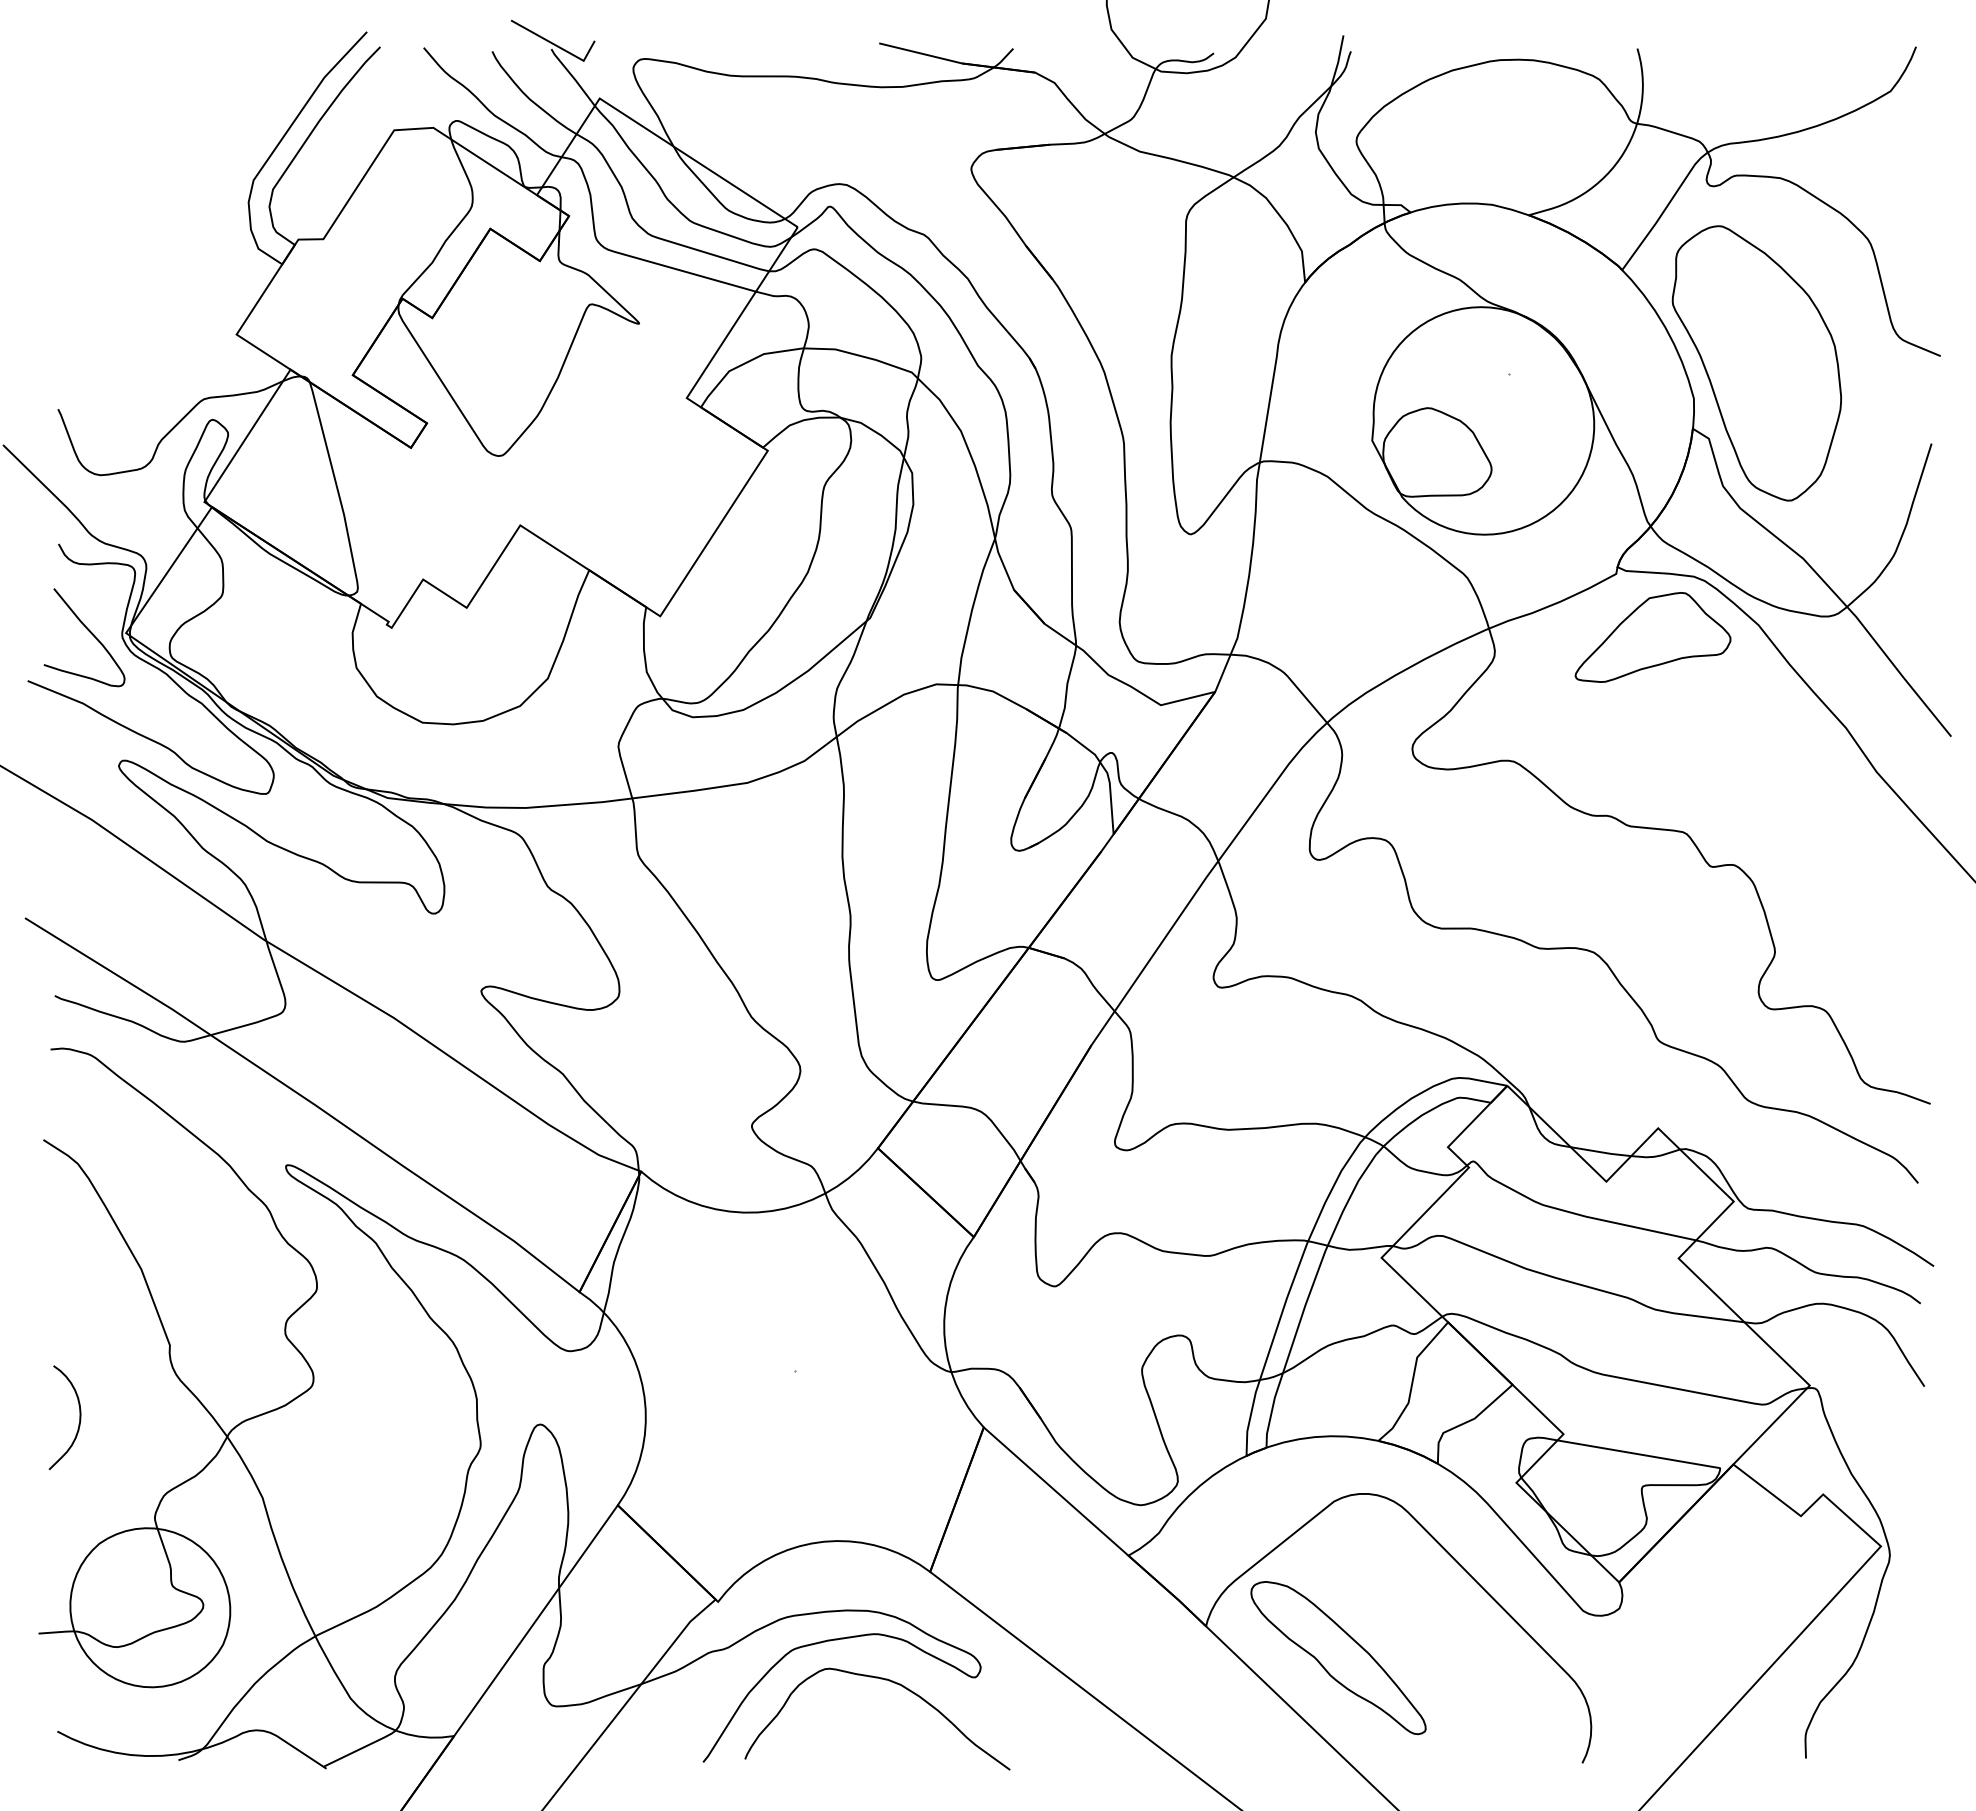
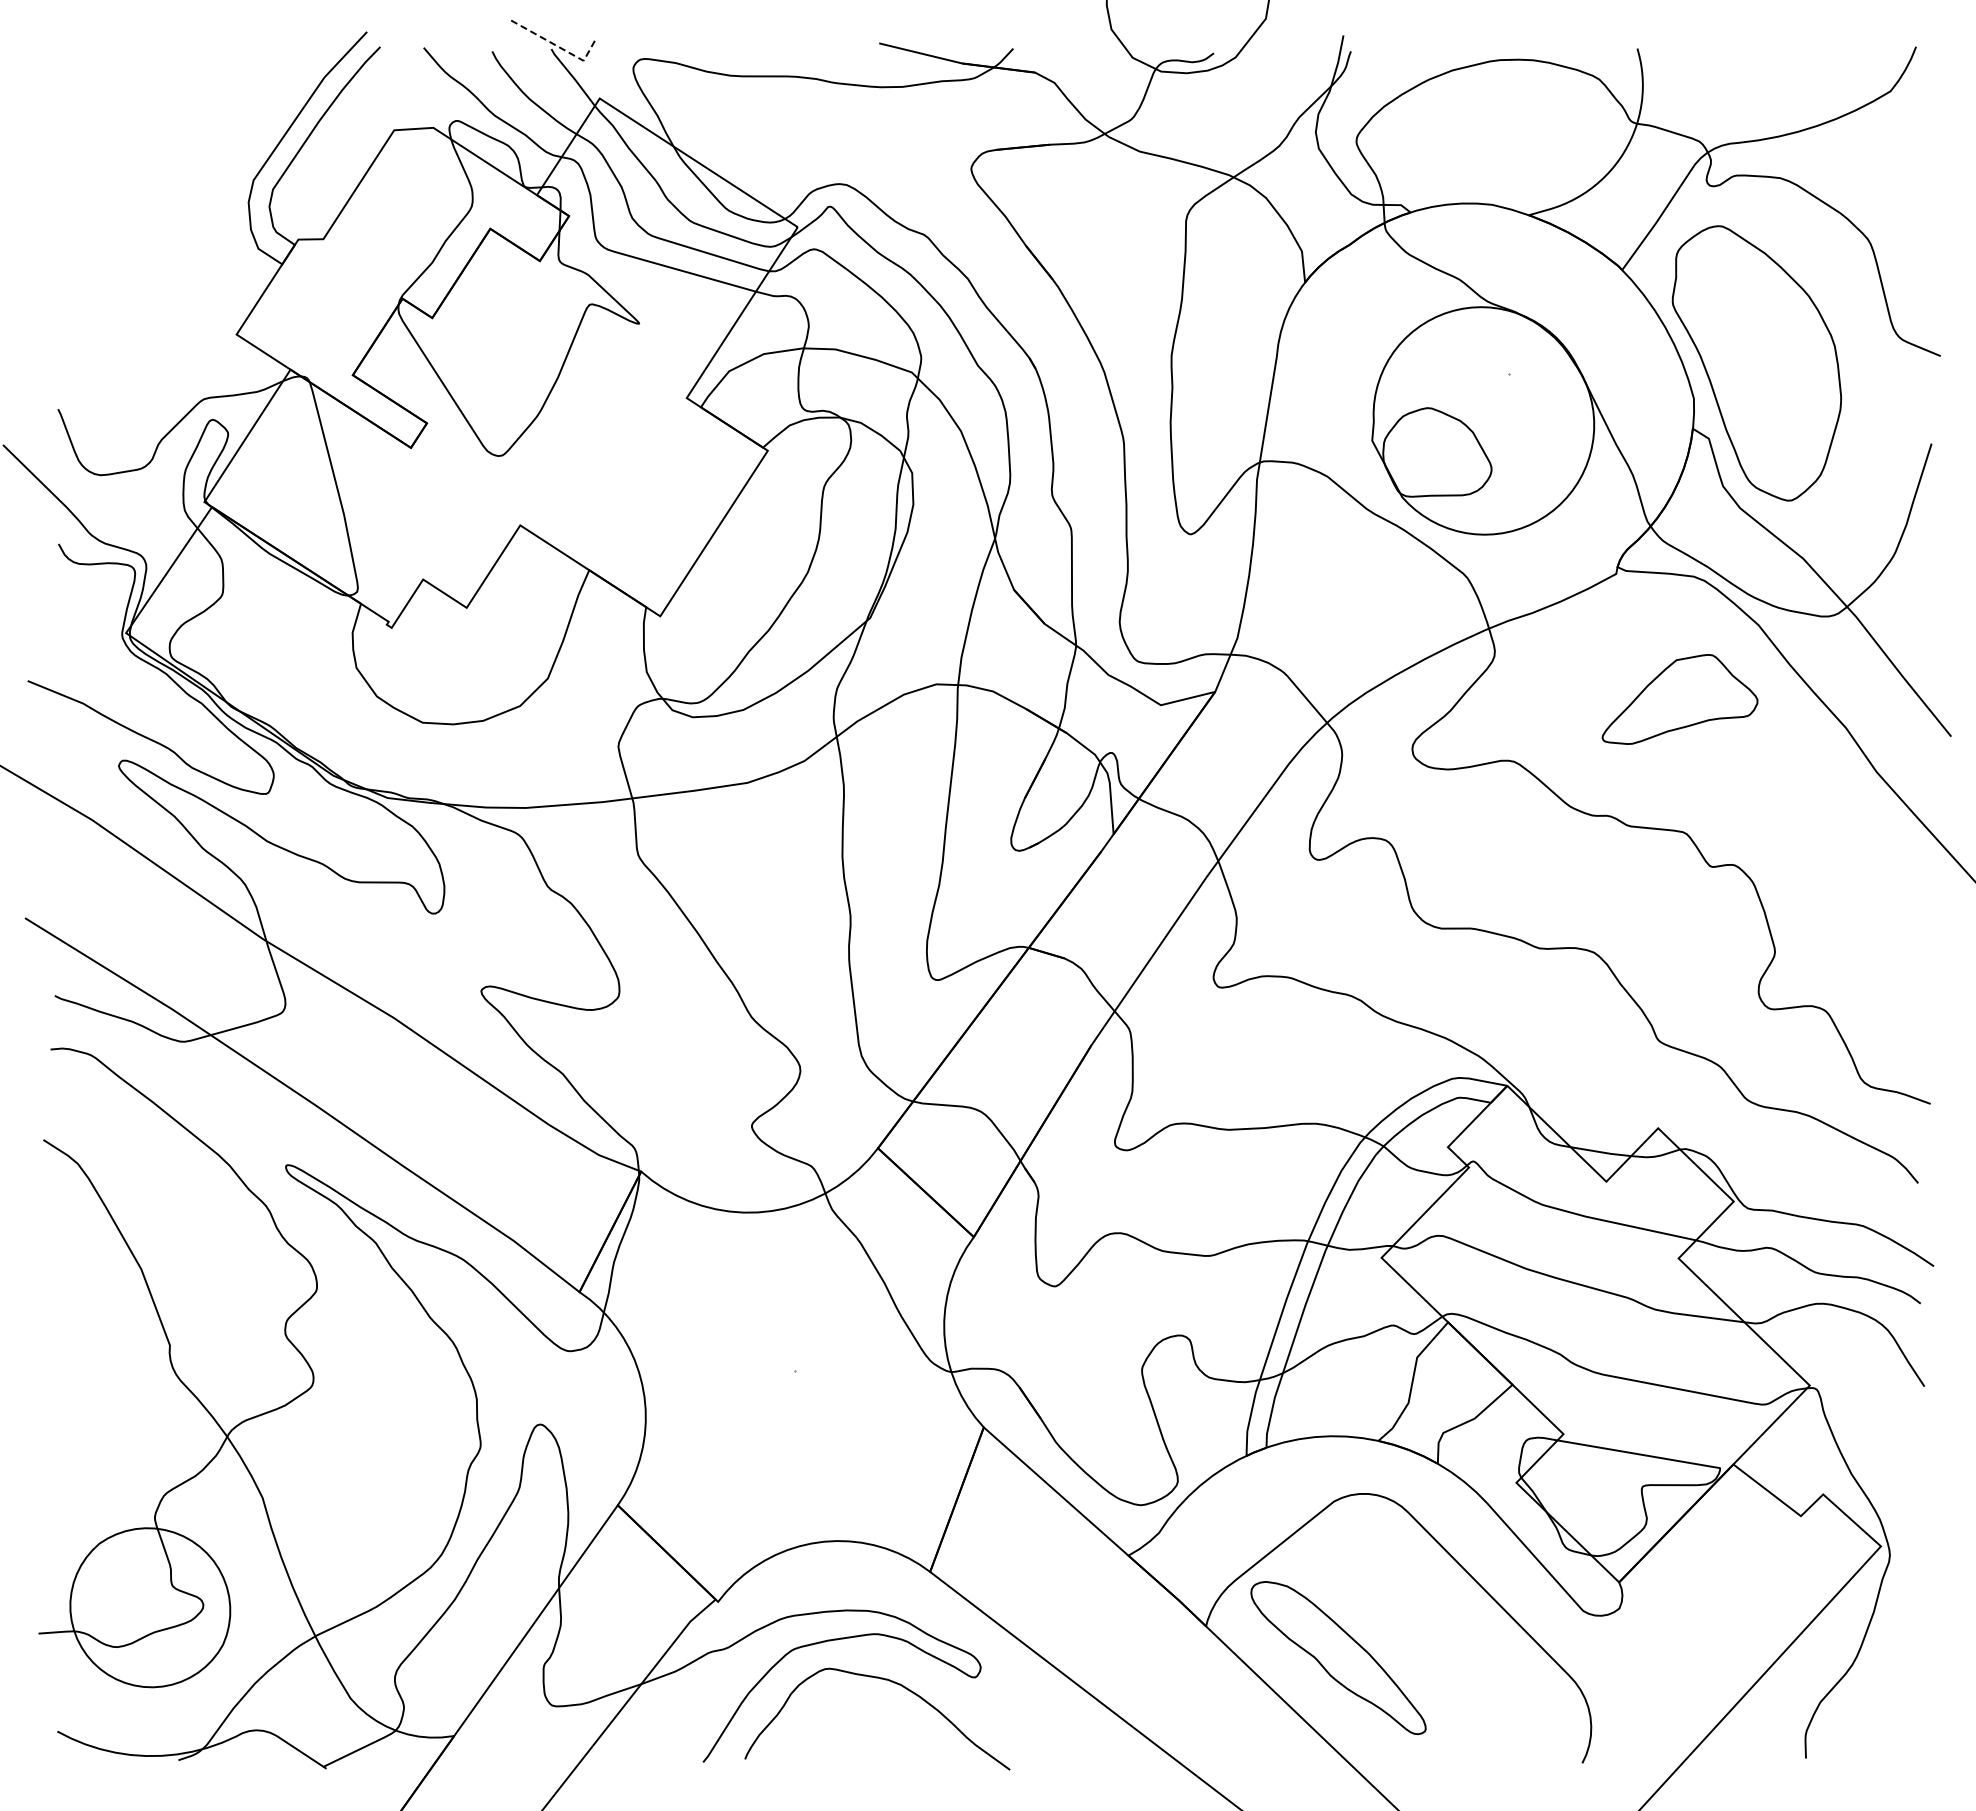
line at (557, 46): solid -> dashed
curve at (89, 632): present -> none
part at (1652, 637) position: (1652, 637) -> (1679, 699)
curve at (79, 1417): present -> none
